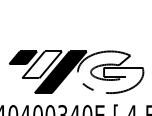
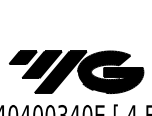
fill at (41, 64): none -> present
fill at (110, 72): none -> present
